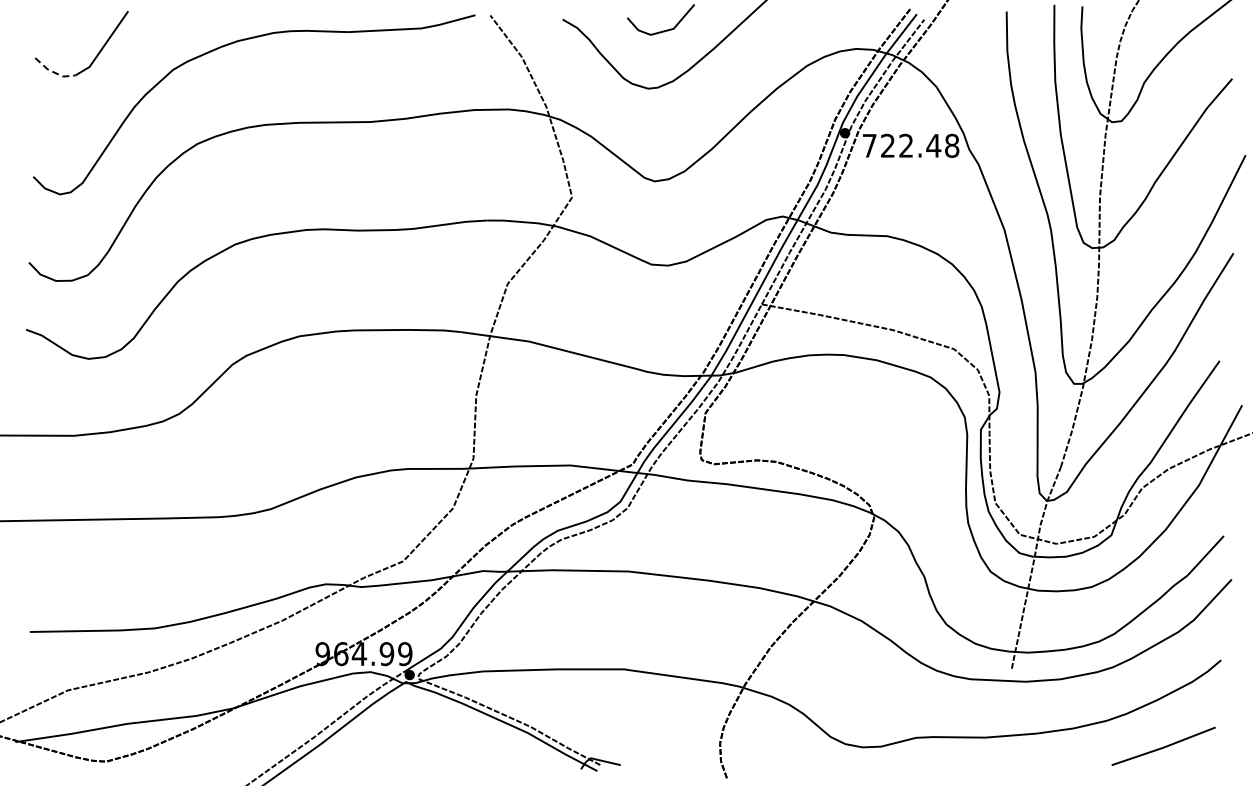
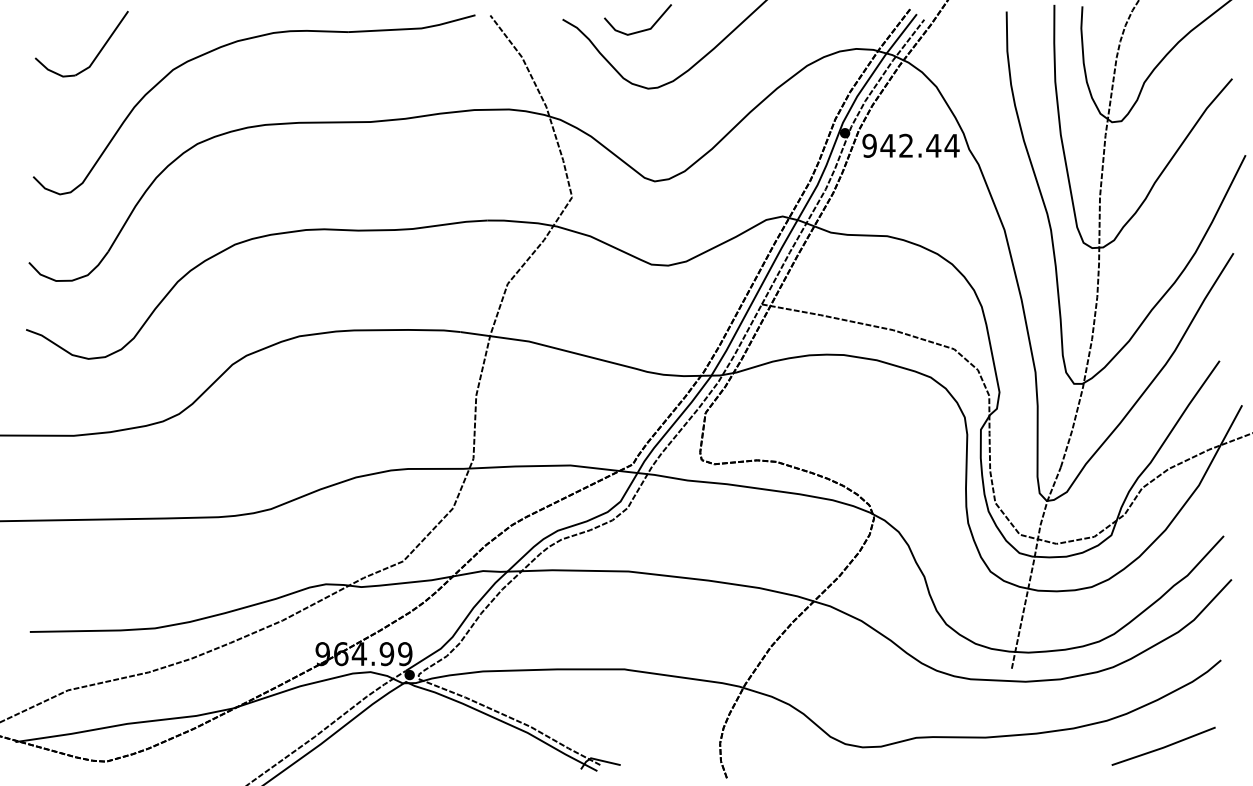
line at (662, 30) position: (662, 30) -> (639, 30)
line at (53, 72): dashed -> solid
text at (910, 145): 722.48 -> 942.44
